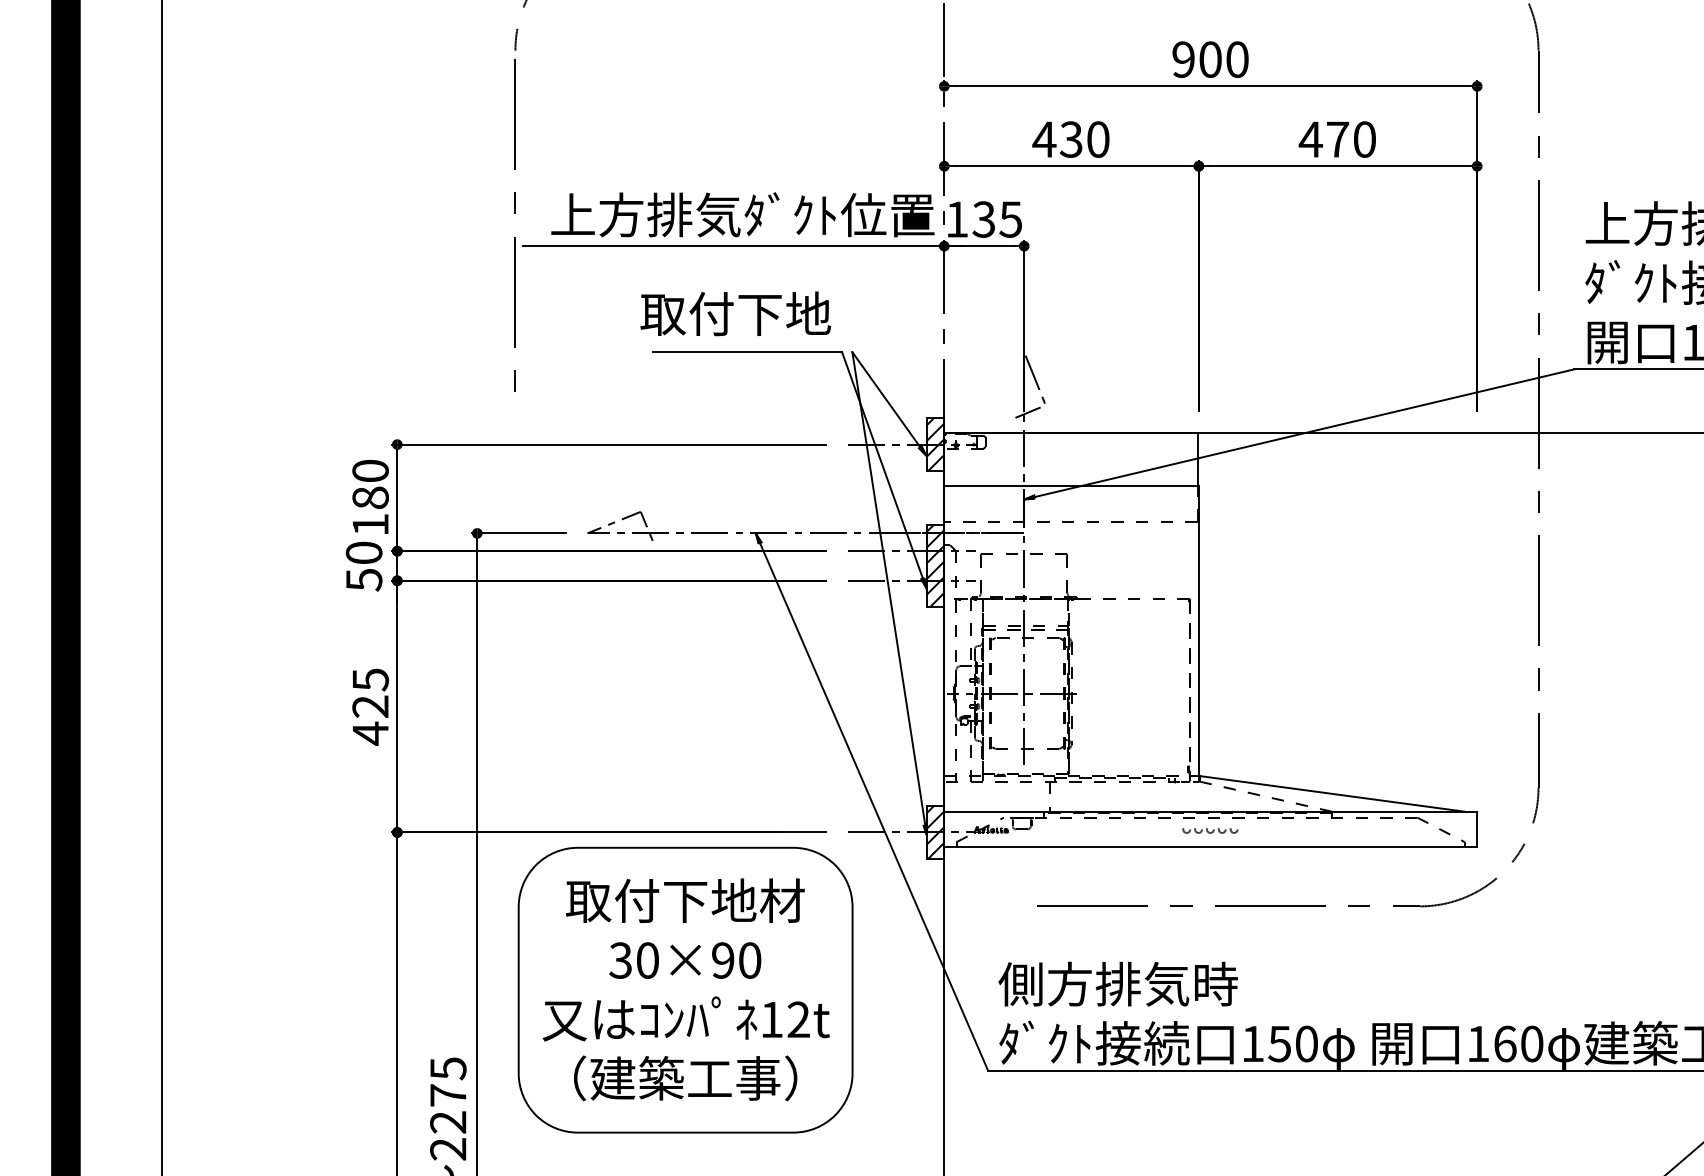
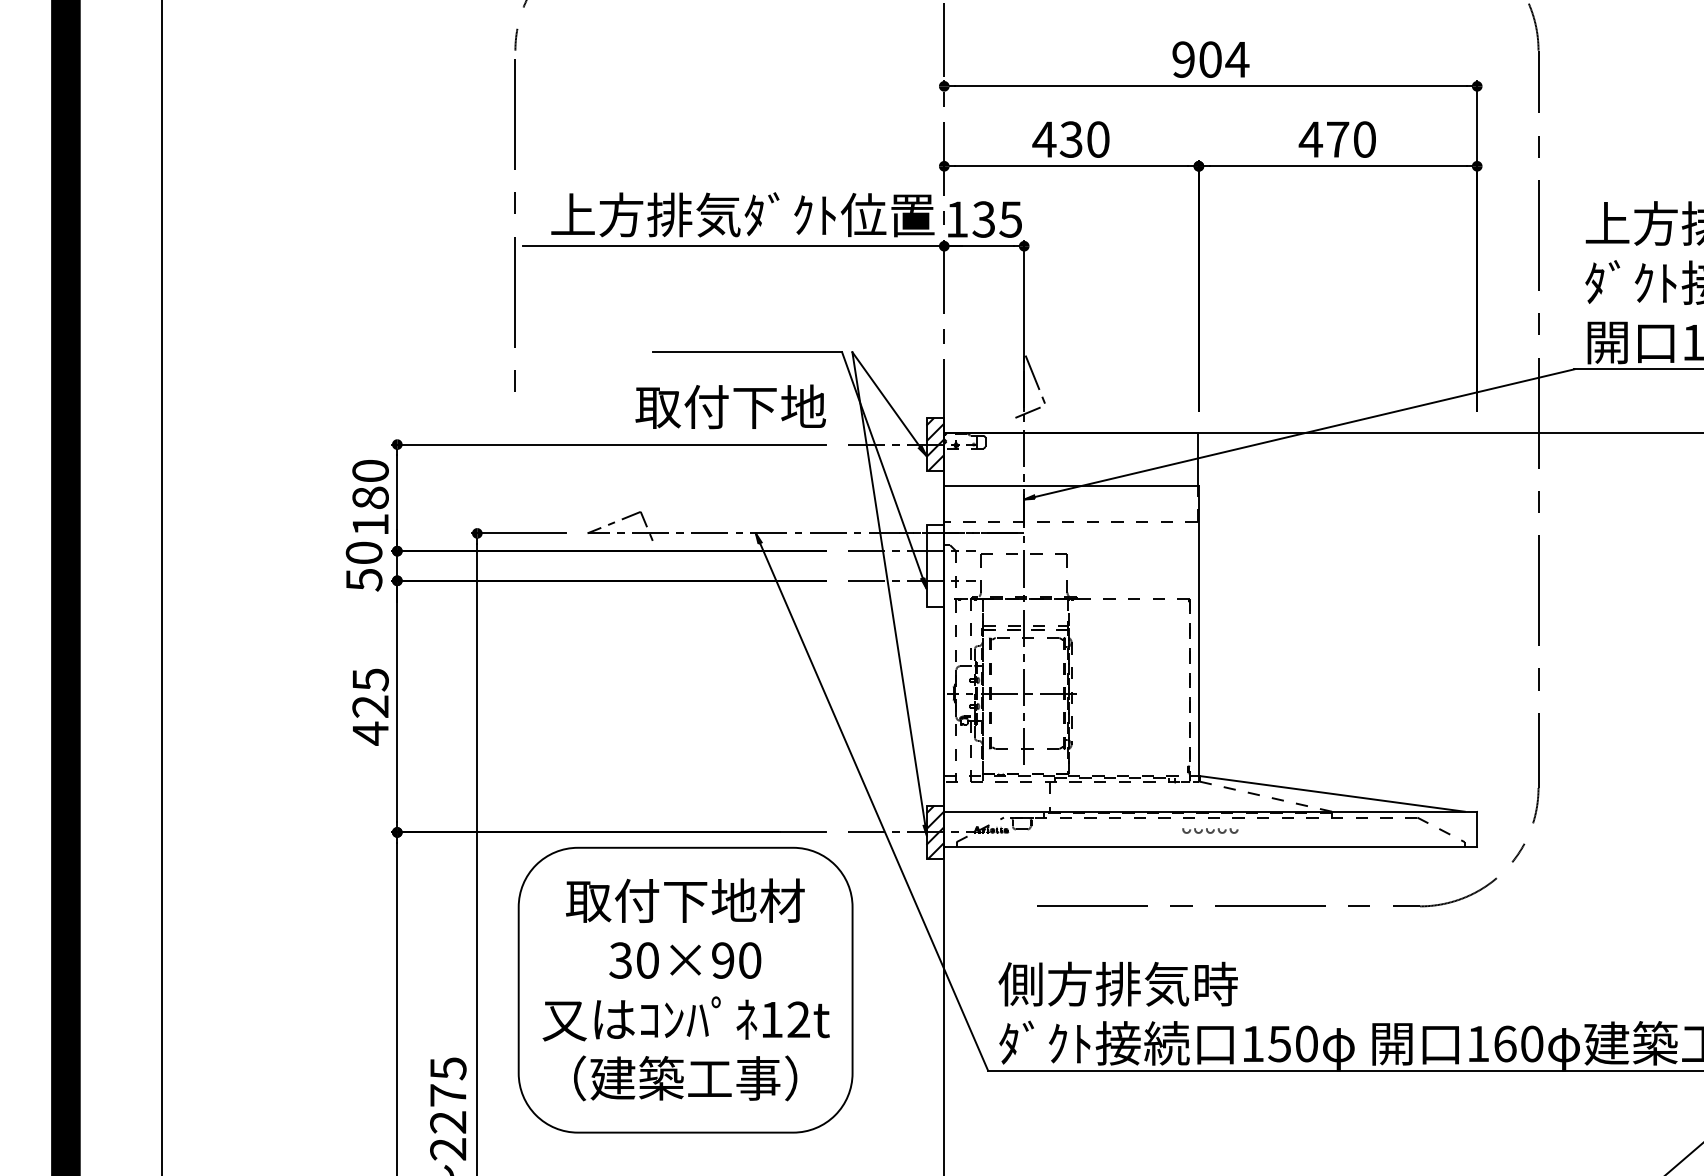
text at (1237, 59): 900 -> 904
text at (735, 313) position: (735, 313) -> (730, 406)
hatch at (935, 565): present -> none
